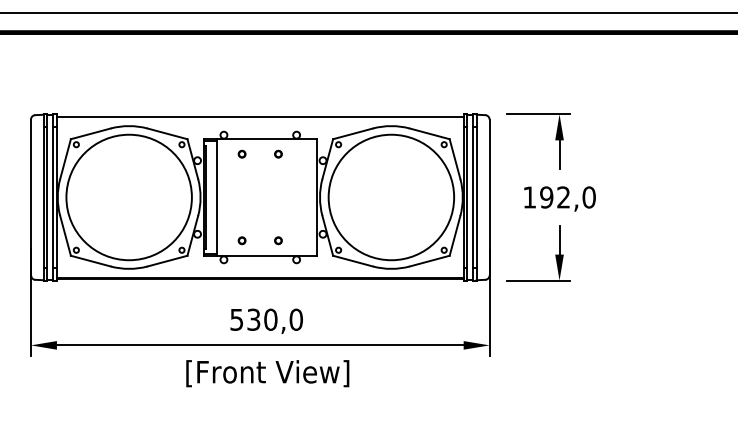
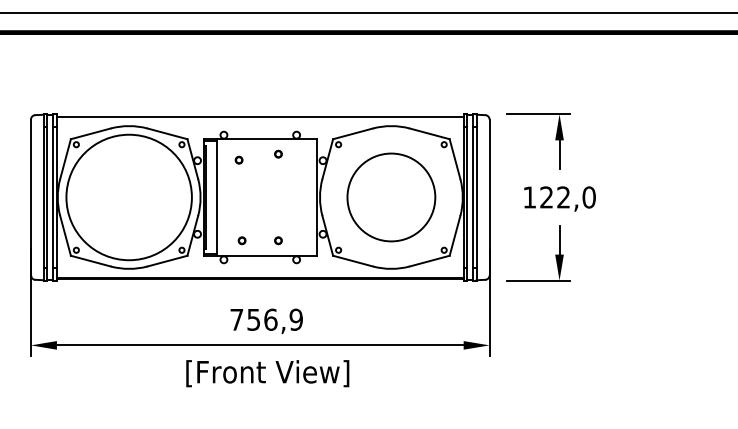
part at (241, 153) position: (241, 153) -> (238, 159)
circle at (391, 197) diameter: 125 px -> 88 px
text at (546, 197): 192,0 -> 122,0
text at (266, 319): 530,0 -> 756,9
